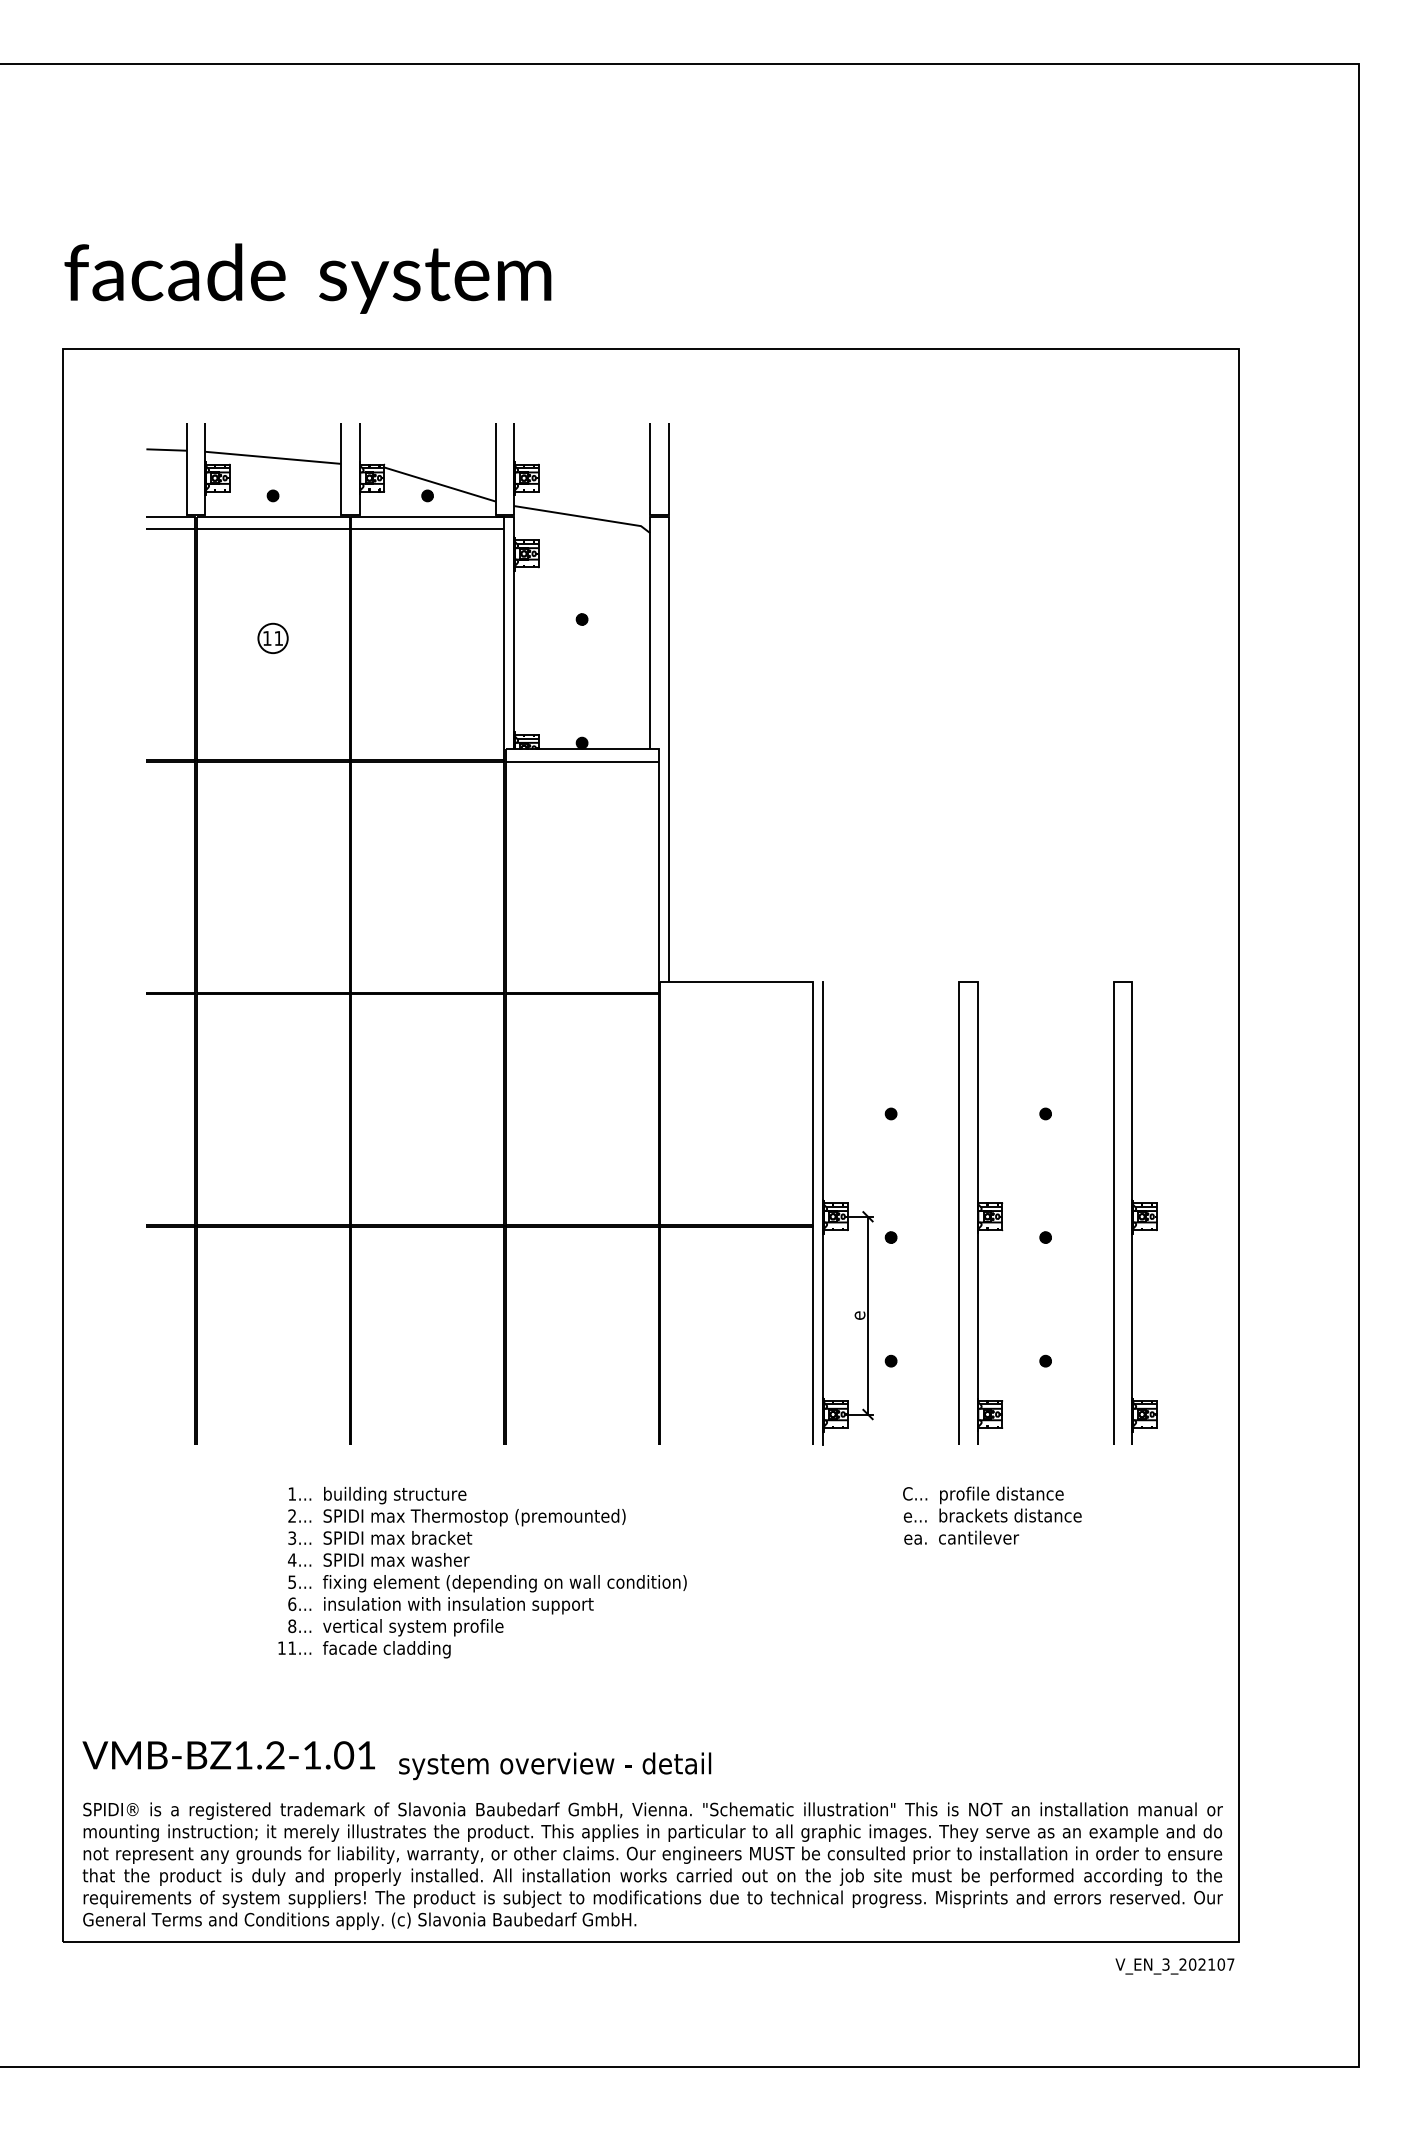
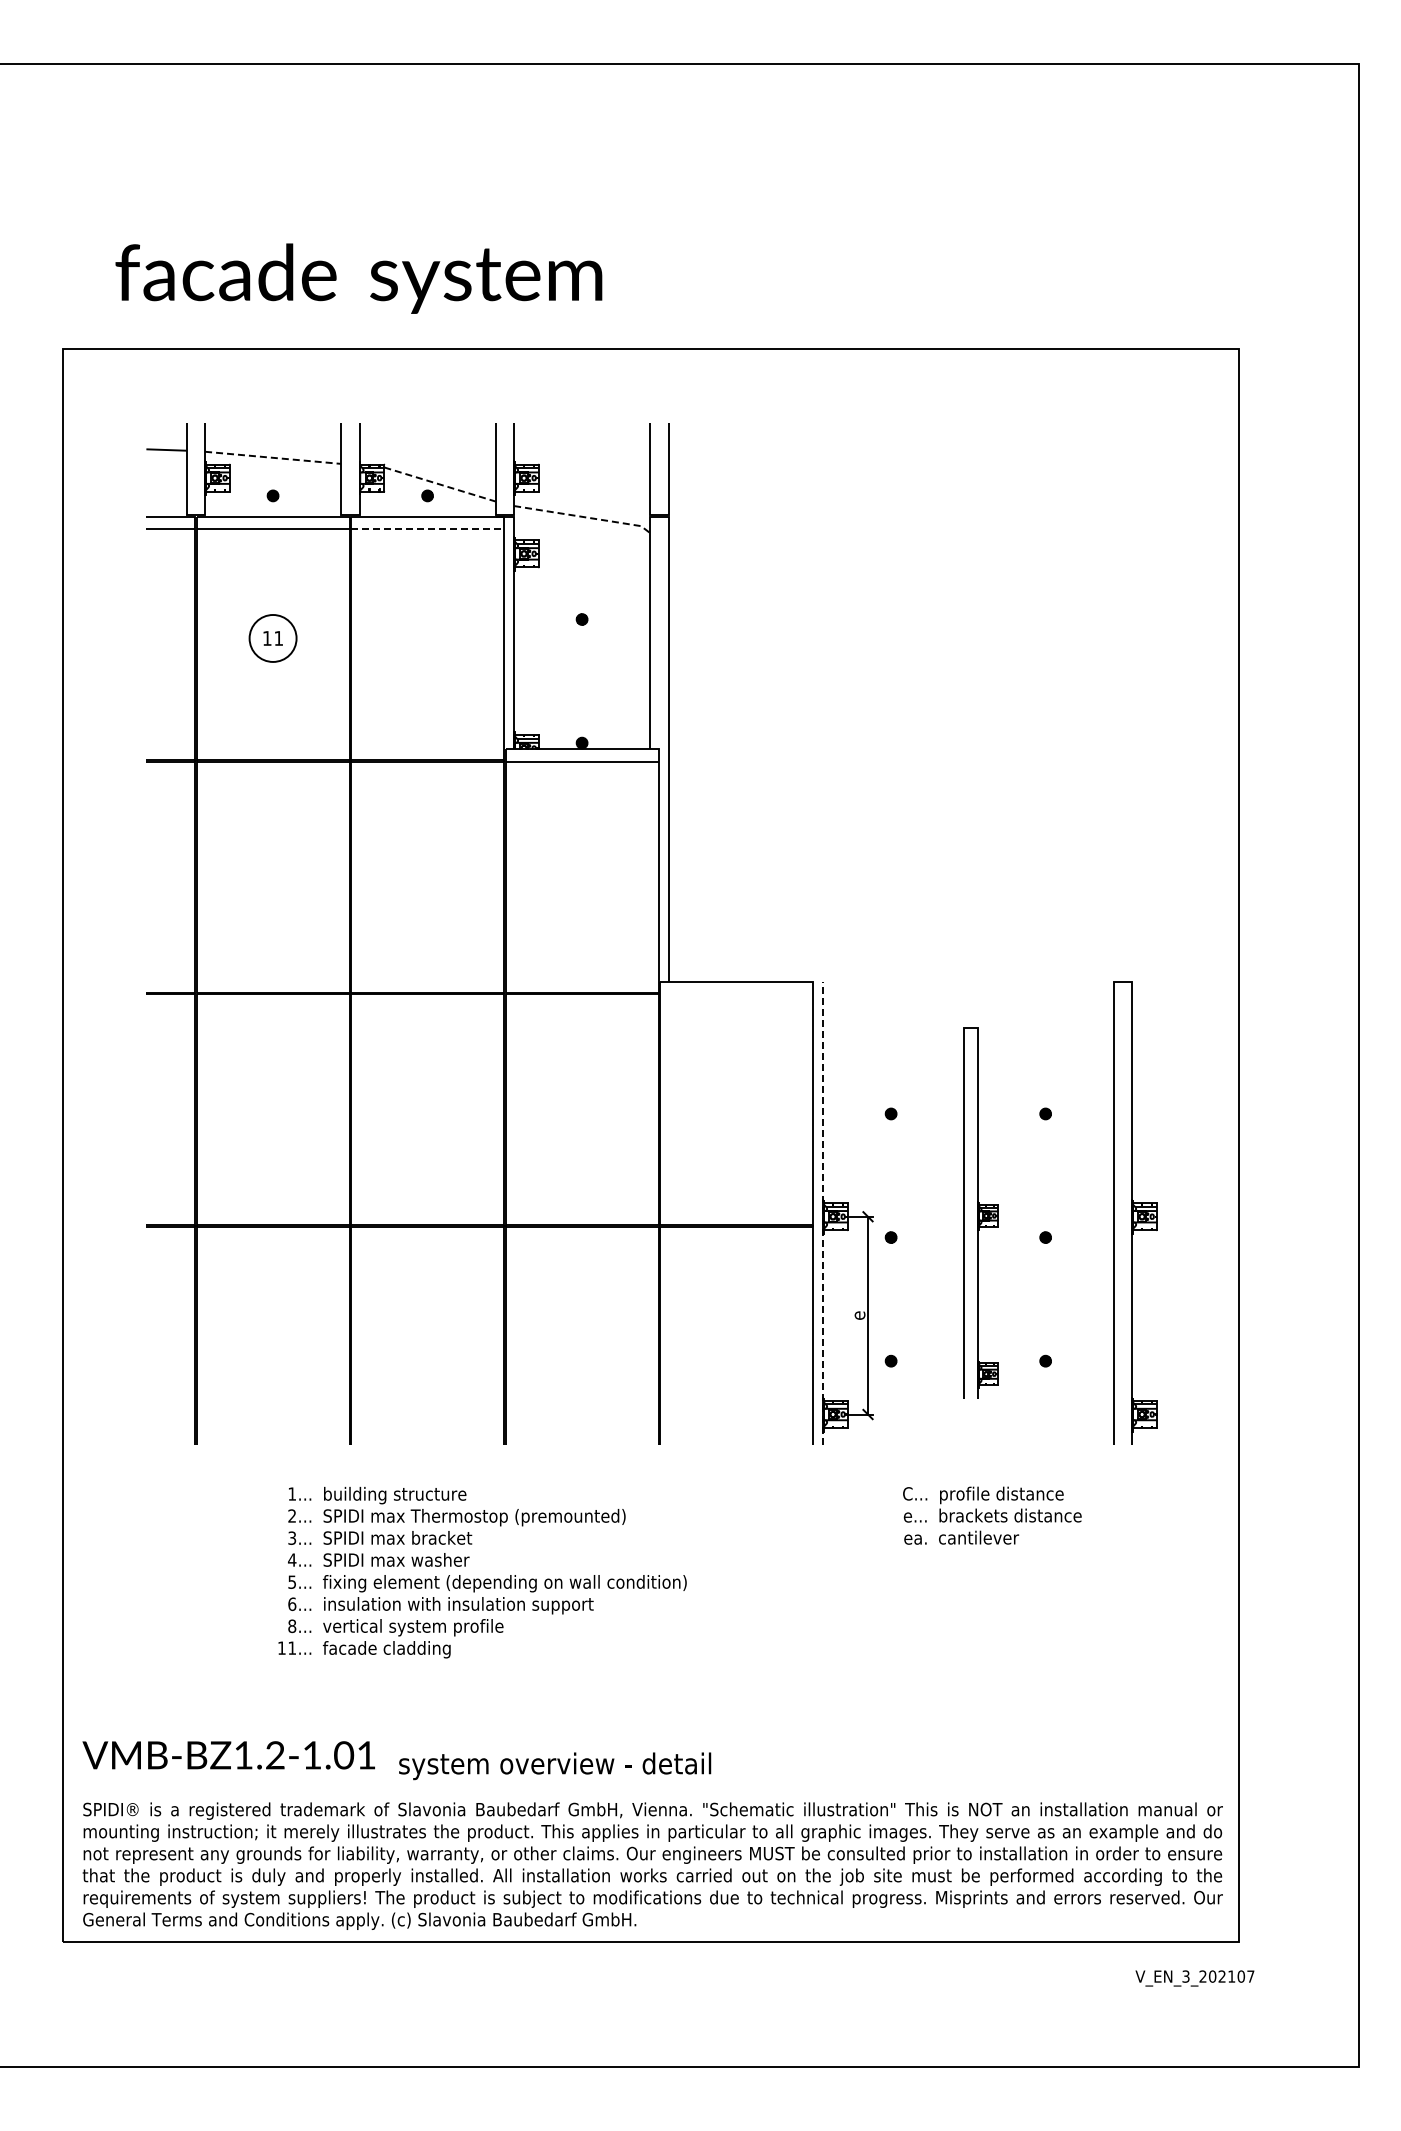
text at (307, 278) position: (307, 278) -> (358, 278)
line at (273, 457): solid -> dashed
line at (439, 484): solid -> dashed
line at (583, 517): solid -> dashed
line at (428, 529): solid -> dashed
circle at (272, 638) diameter: 29 px -> 47 px
part at (980, 1212) size: 46x464 px -> 36x372 px
line at (823, 1213): solid -> dashed
text at (1174, 1966) position: (1174, 1966) -> (1194, 1978)
